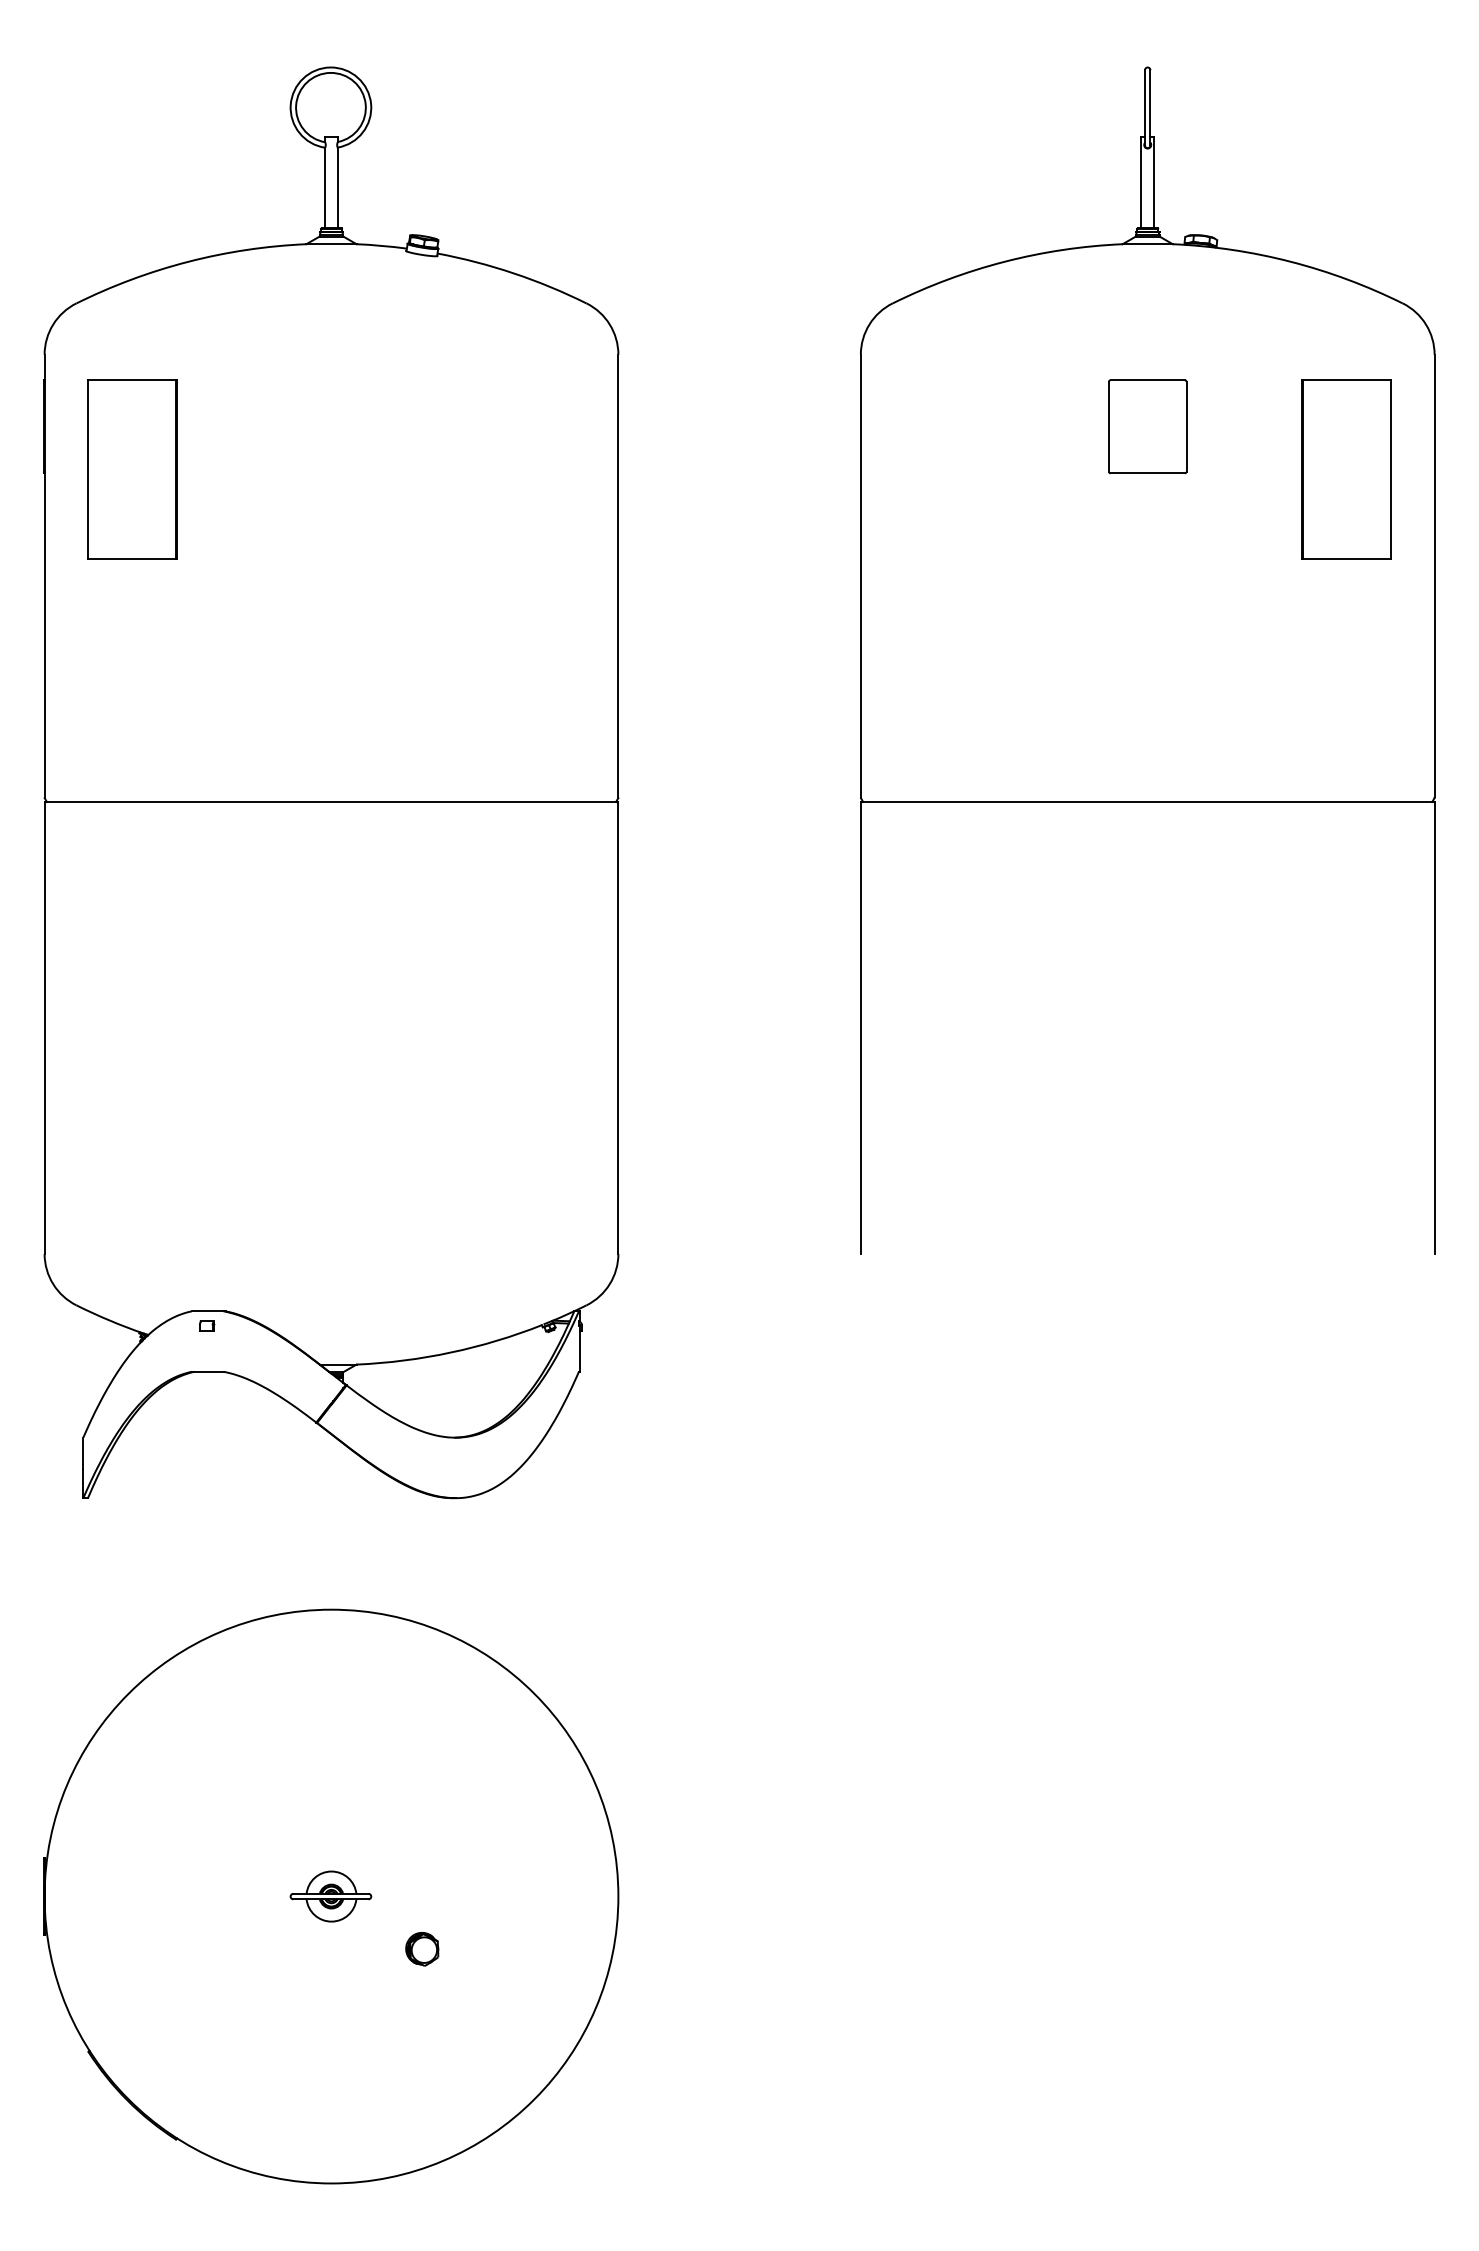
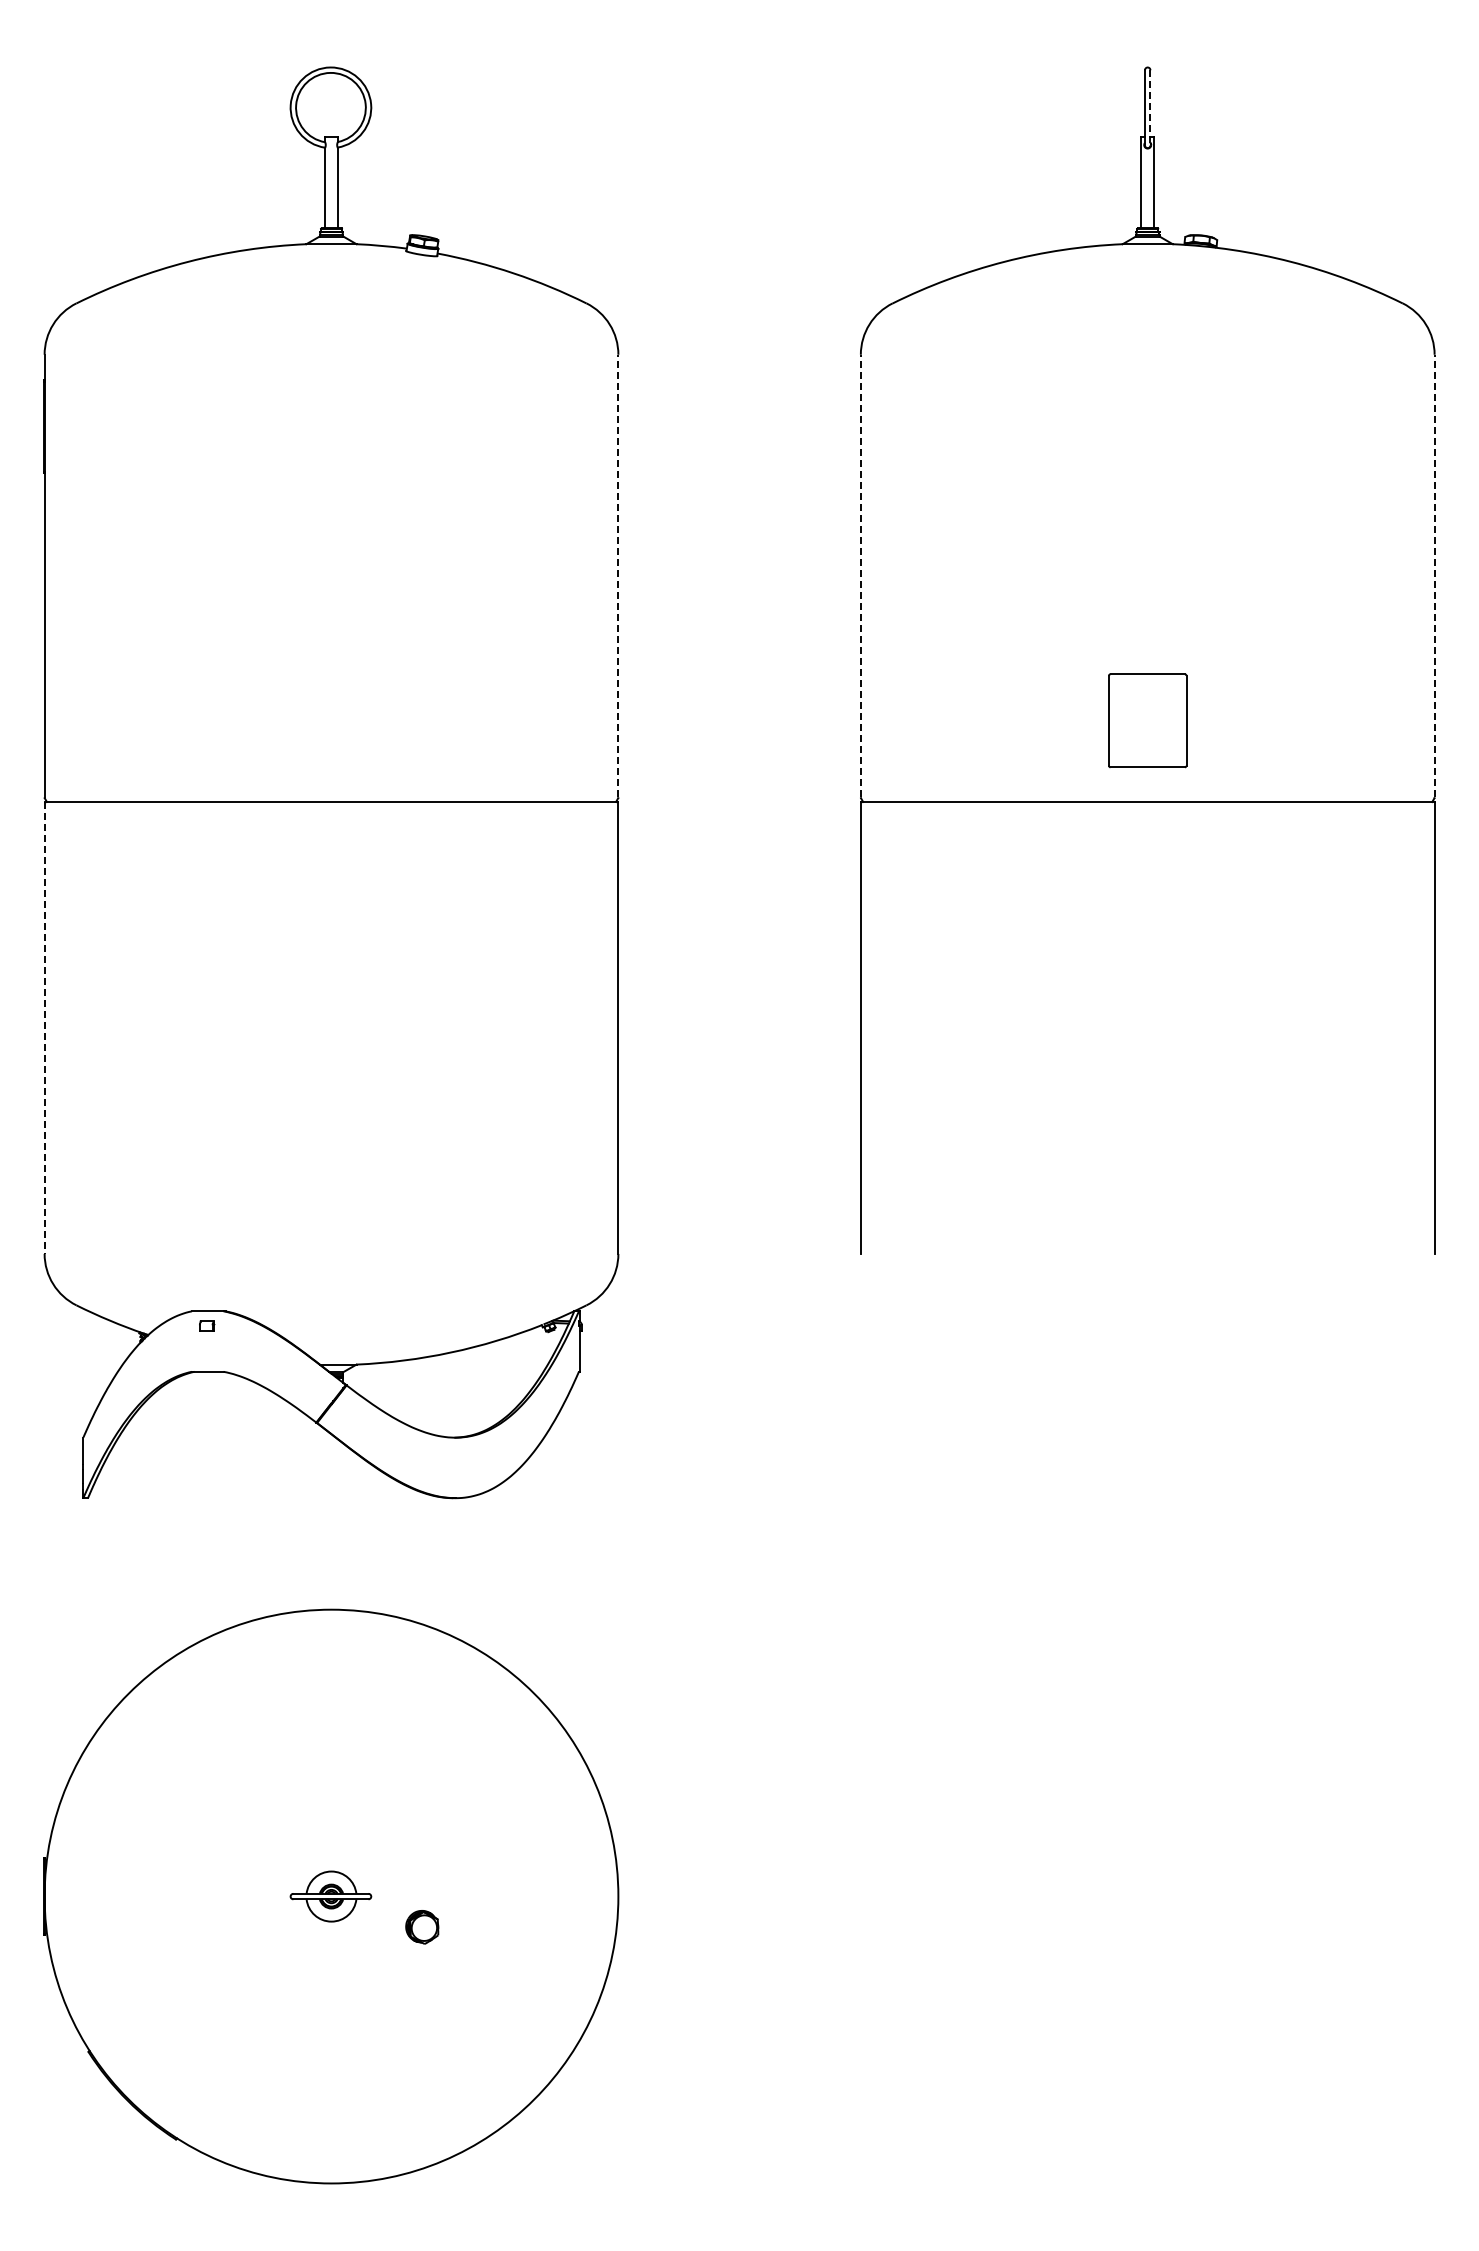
line at (1150, 107): solid -> dashed
part at (1147, 426) position: (1147, 426) -> (1147, 720)
part at (132, 469): present -> none
part at (1346, 469): present -> none
line at (618, 575): solid -> dashed
line at (860, 575): solid -> dashed
line at (1434, 575): solid -> dashed
line at (44, 1027): solid -> dashed
part at (422, 1949) position: (422, 1949) -> (422, 1927)
